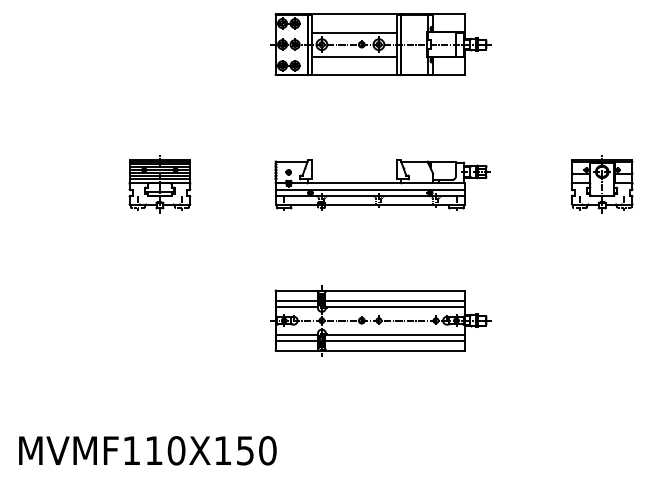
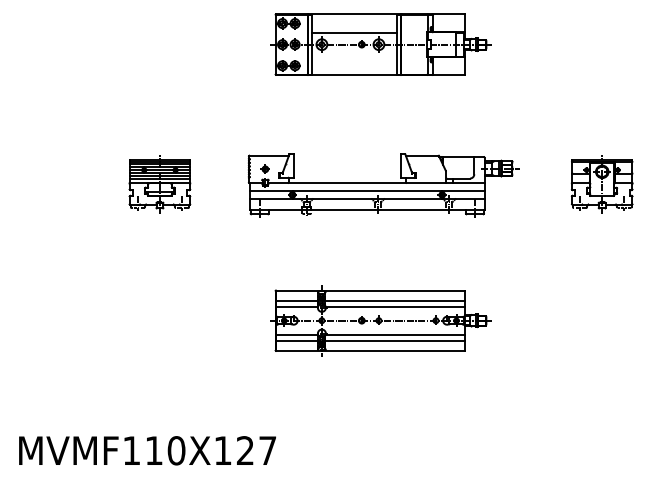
line at (354, 56): present -> none
part at (382, 184) size: 217x52 px -> 272x65 px
text at (256, 450): MVMF110X150 -> MVMF110X127
